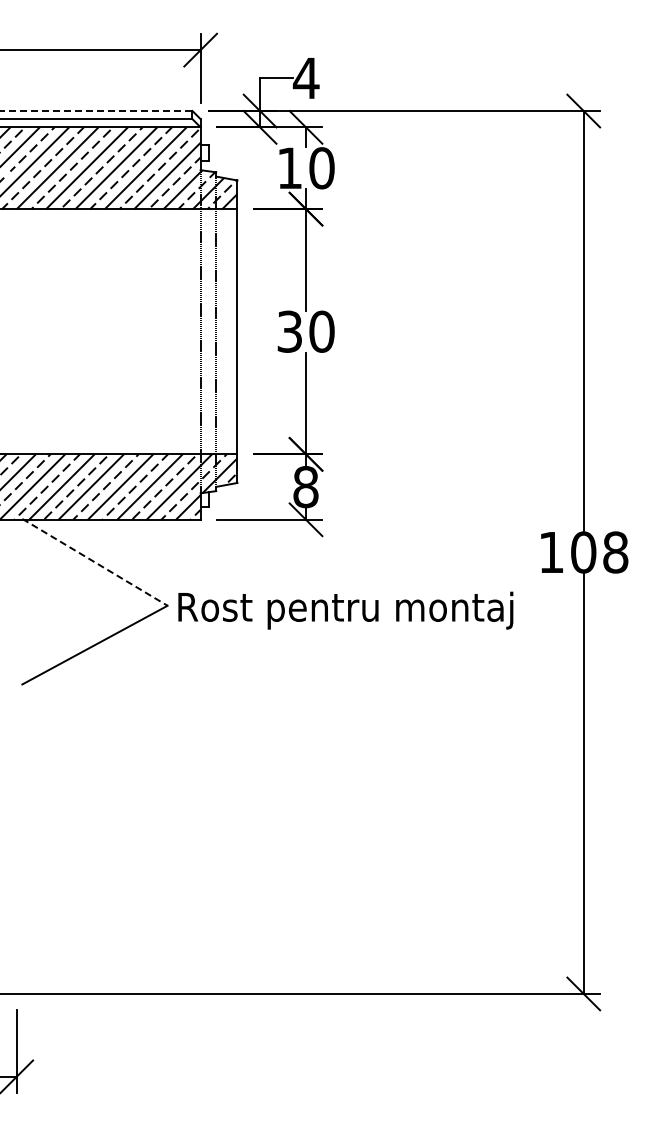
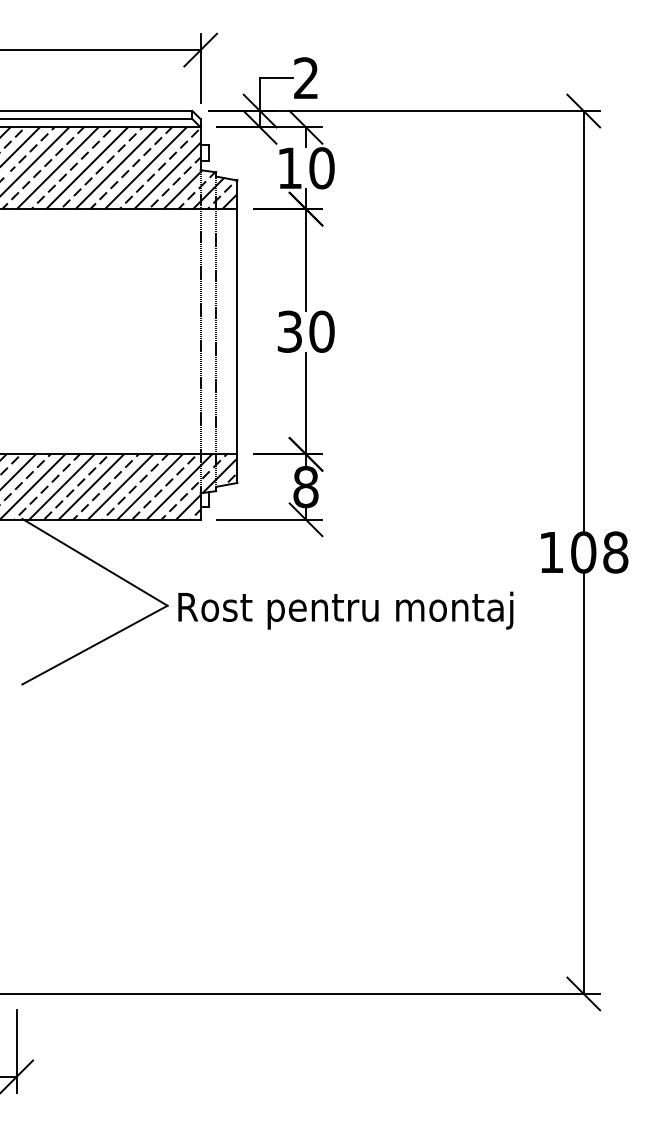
text at (305, 77): 4 -> 2
line at (96, 111): dashed -> solid
line at (94, 562): dashed -> solid
